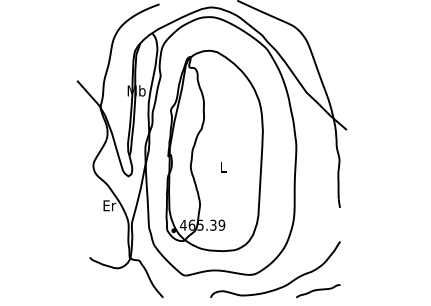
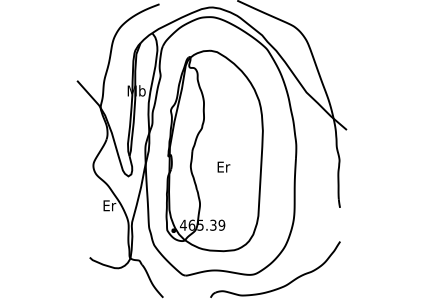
text at (223, 166): L -> Er
curve at (318, 290): present -> none
